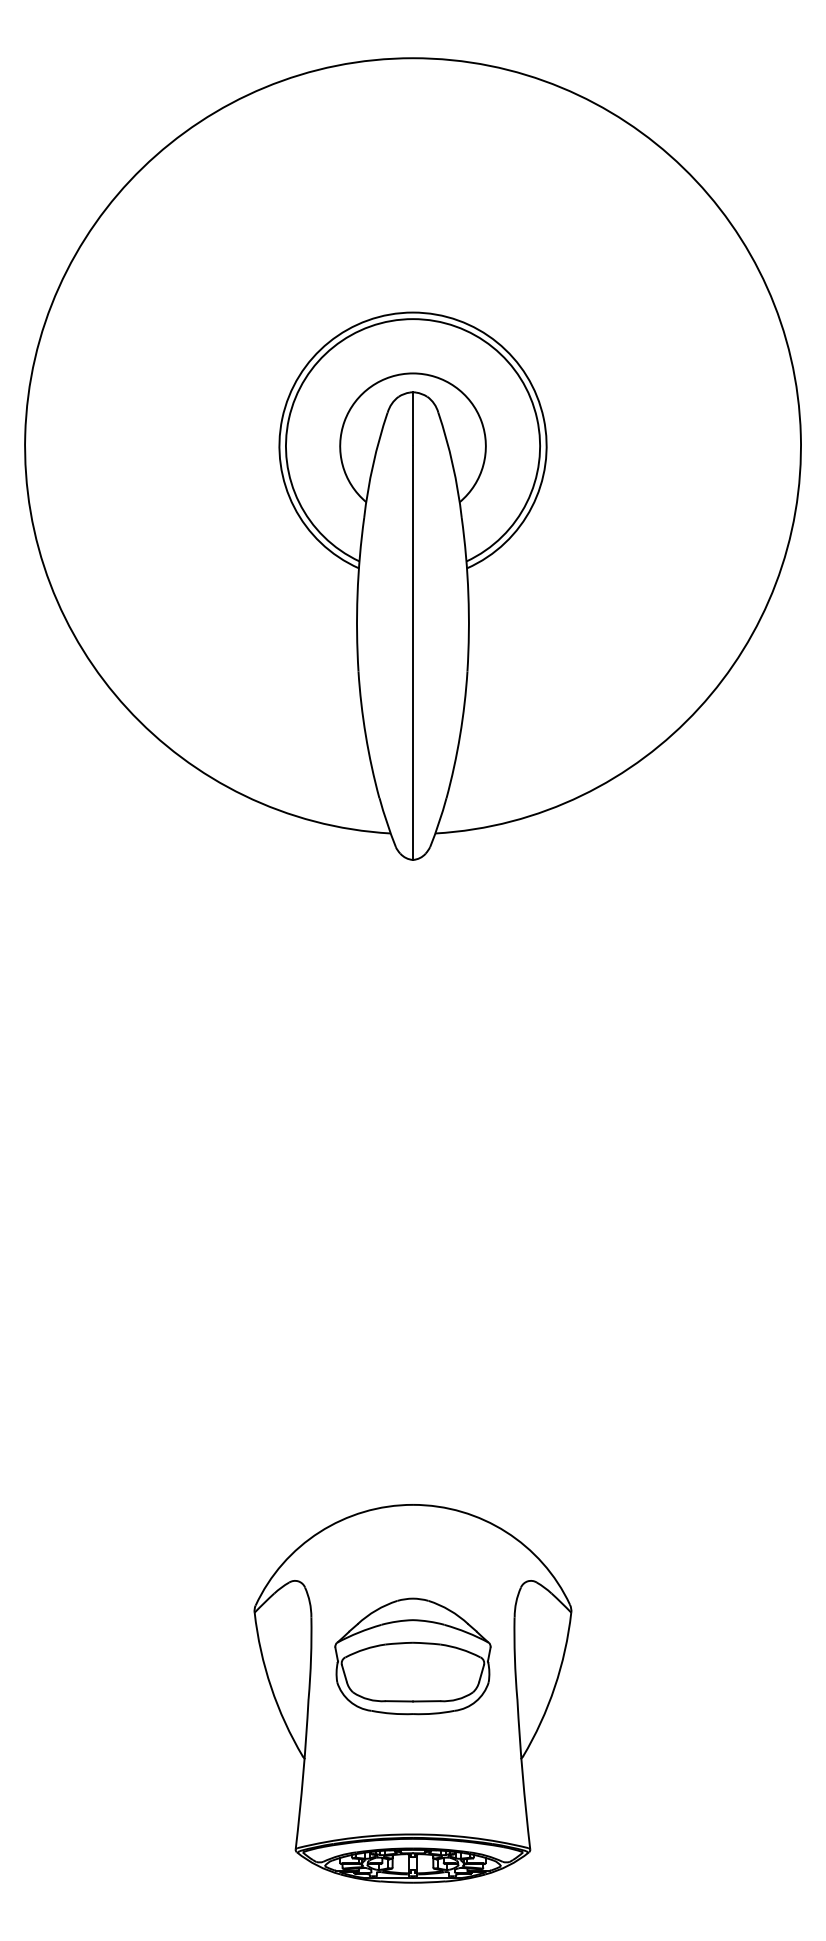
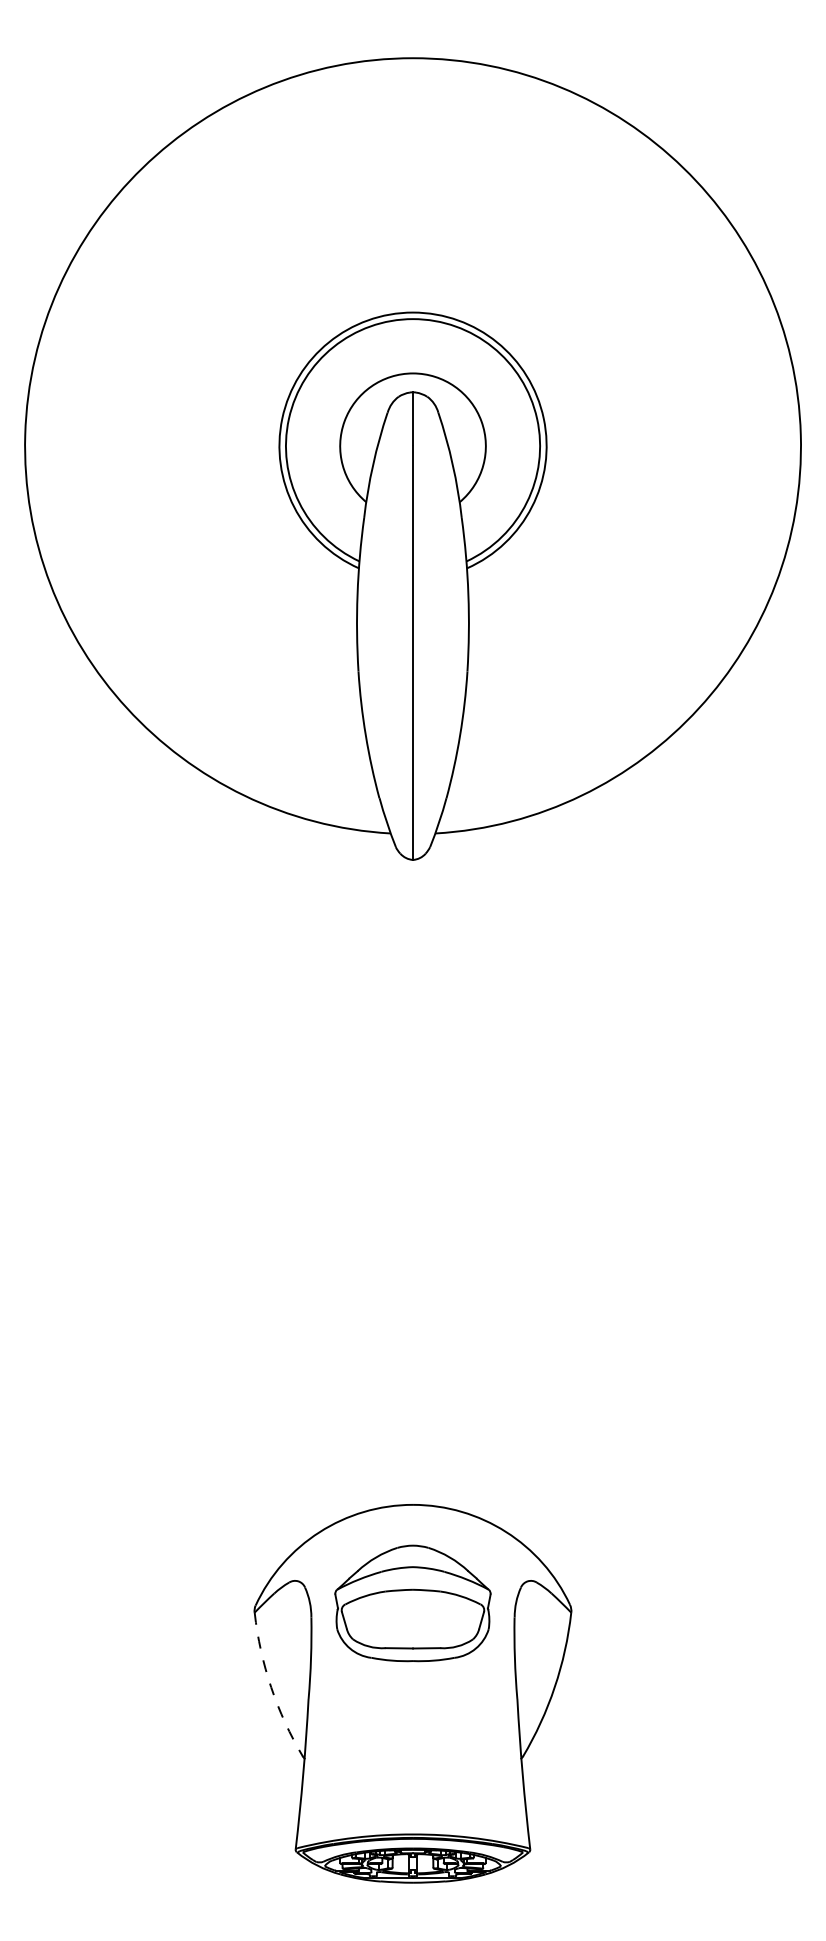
part at (412, 1656) position: (412, 1656) -> (412, 1603)
arc at (271, 1687): solid -> dashed
